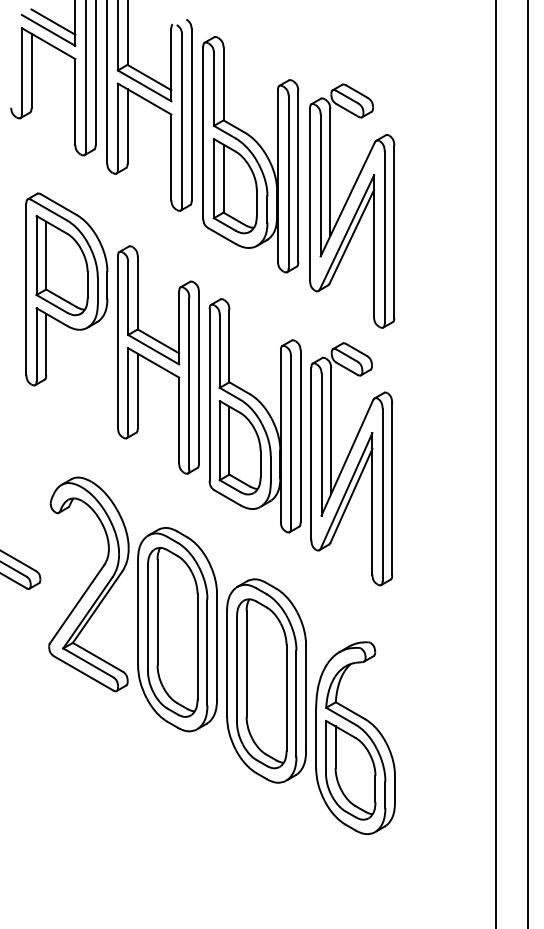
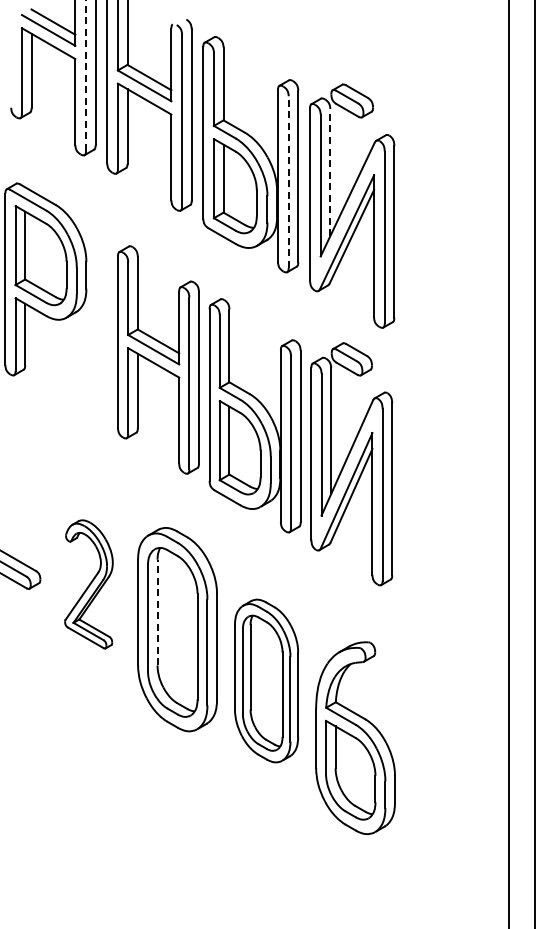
line at (86, 75): solid -> dashed
line at (330, 172): solid -> dashed
line at (288, 182): solid -> dashed
part at (66, 289) position: (66, 289) -> (45, 279)
line at (495, 463) position: (495, 463) -> (508, 463)
line at (527, 463) position: (527, 463) -> (534, 463)
part at (88, 584) size: 82x217 px -> 50x131 px
line at (157, 612): solid -> dashed
part at (266, 680) size: 81x206 px -> 65x166 px
